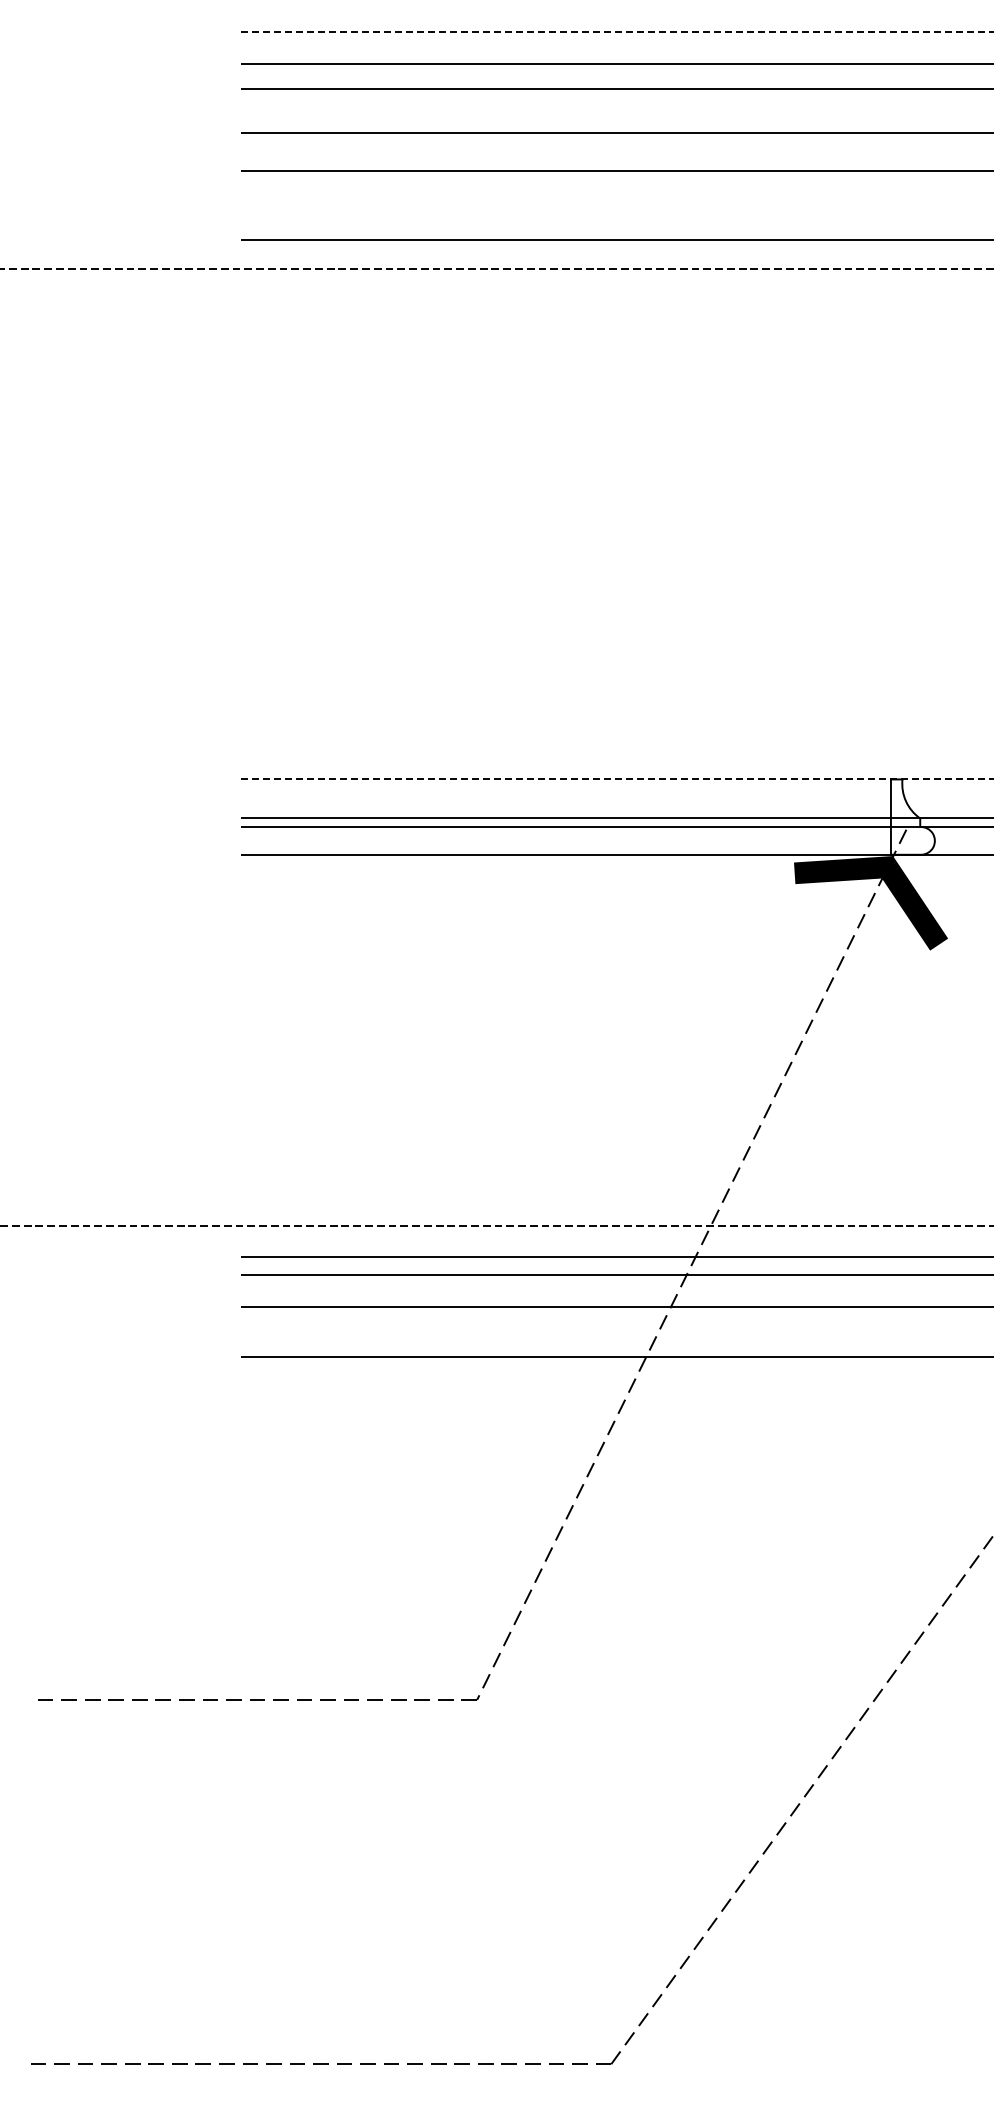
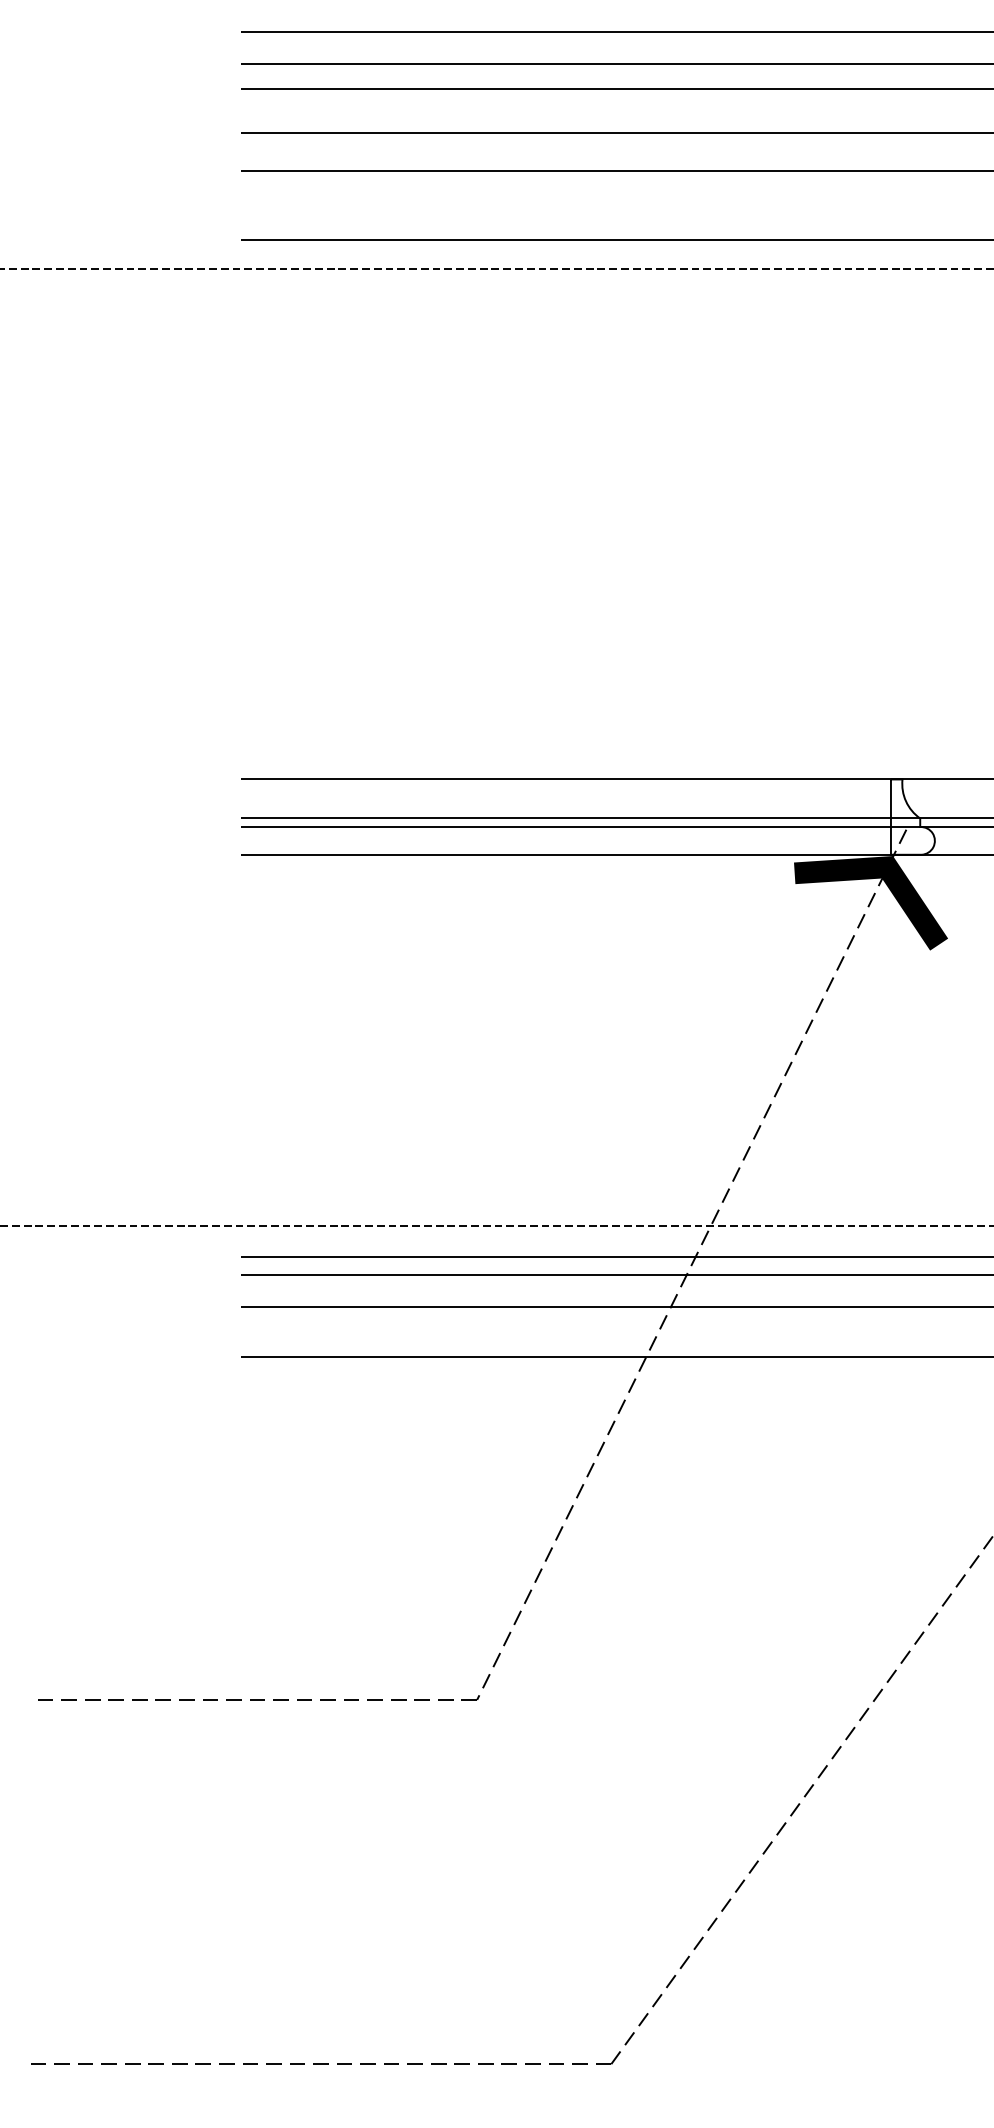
line at (617, 32): dashed -> solid
line at (617, 779): dashed -> solid
